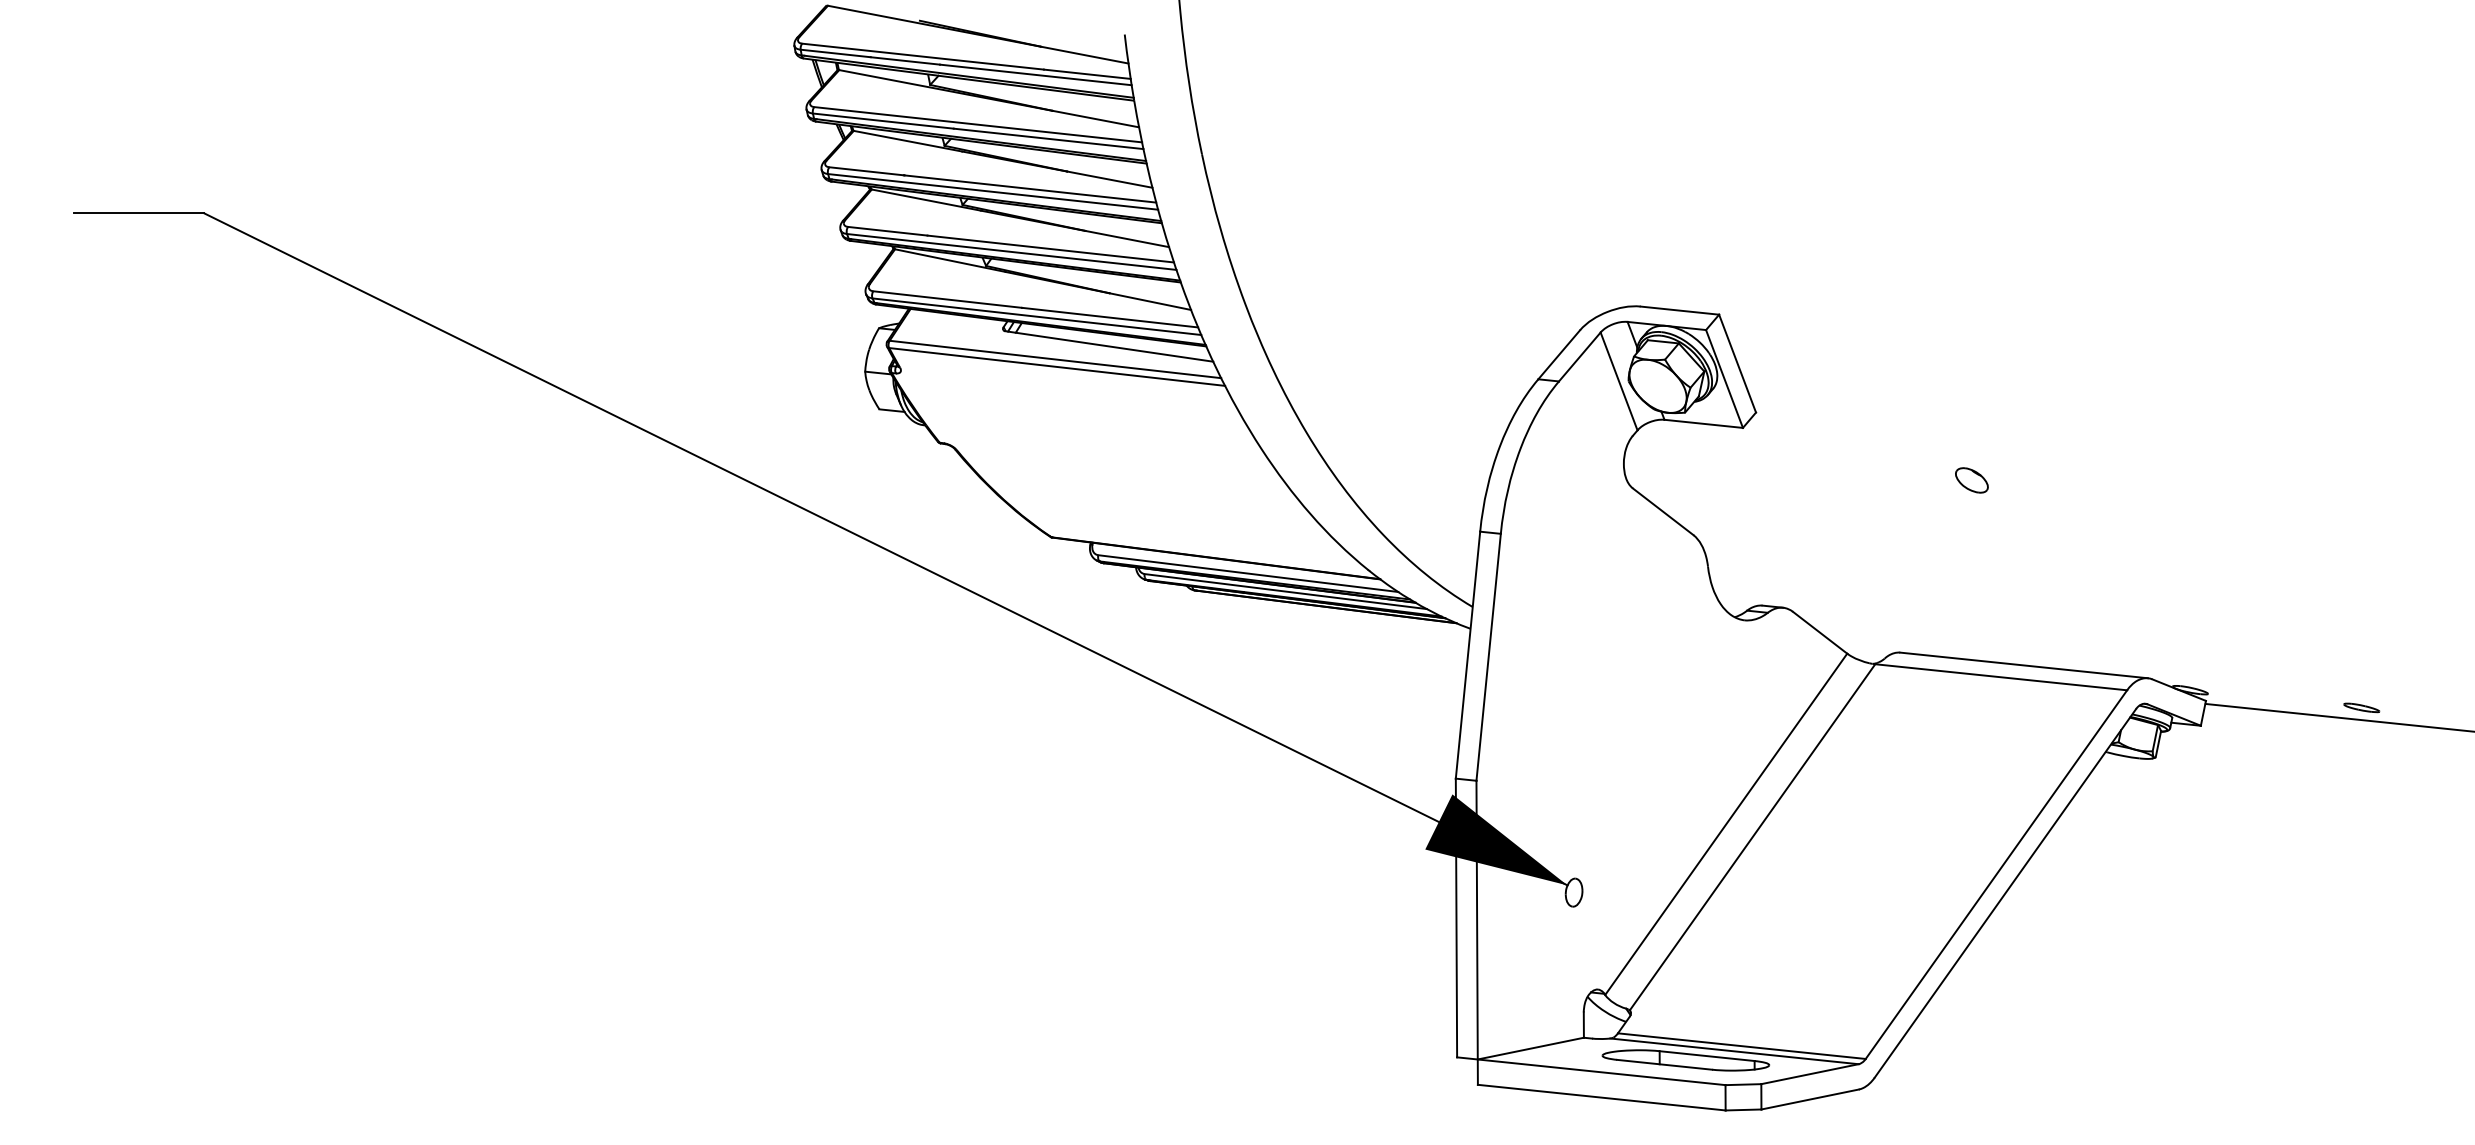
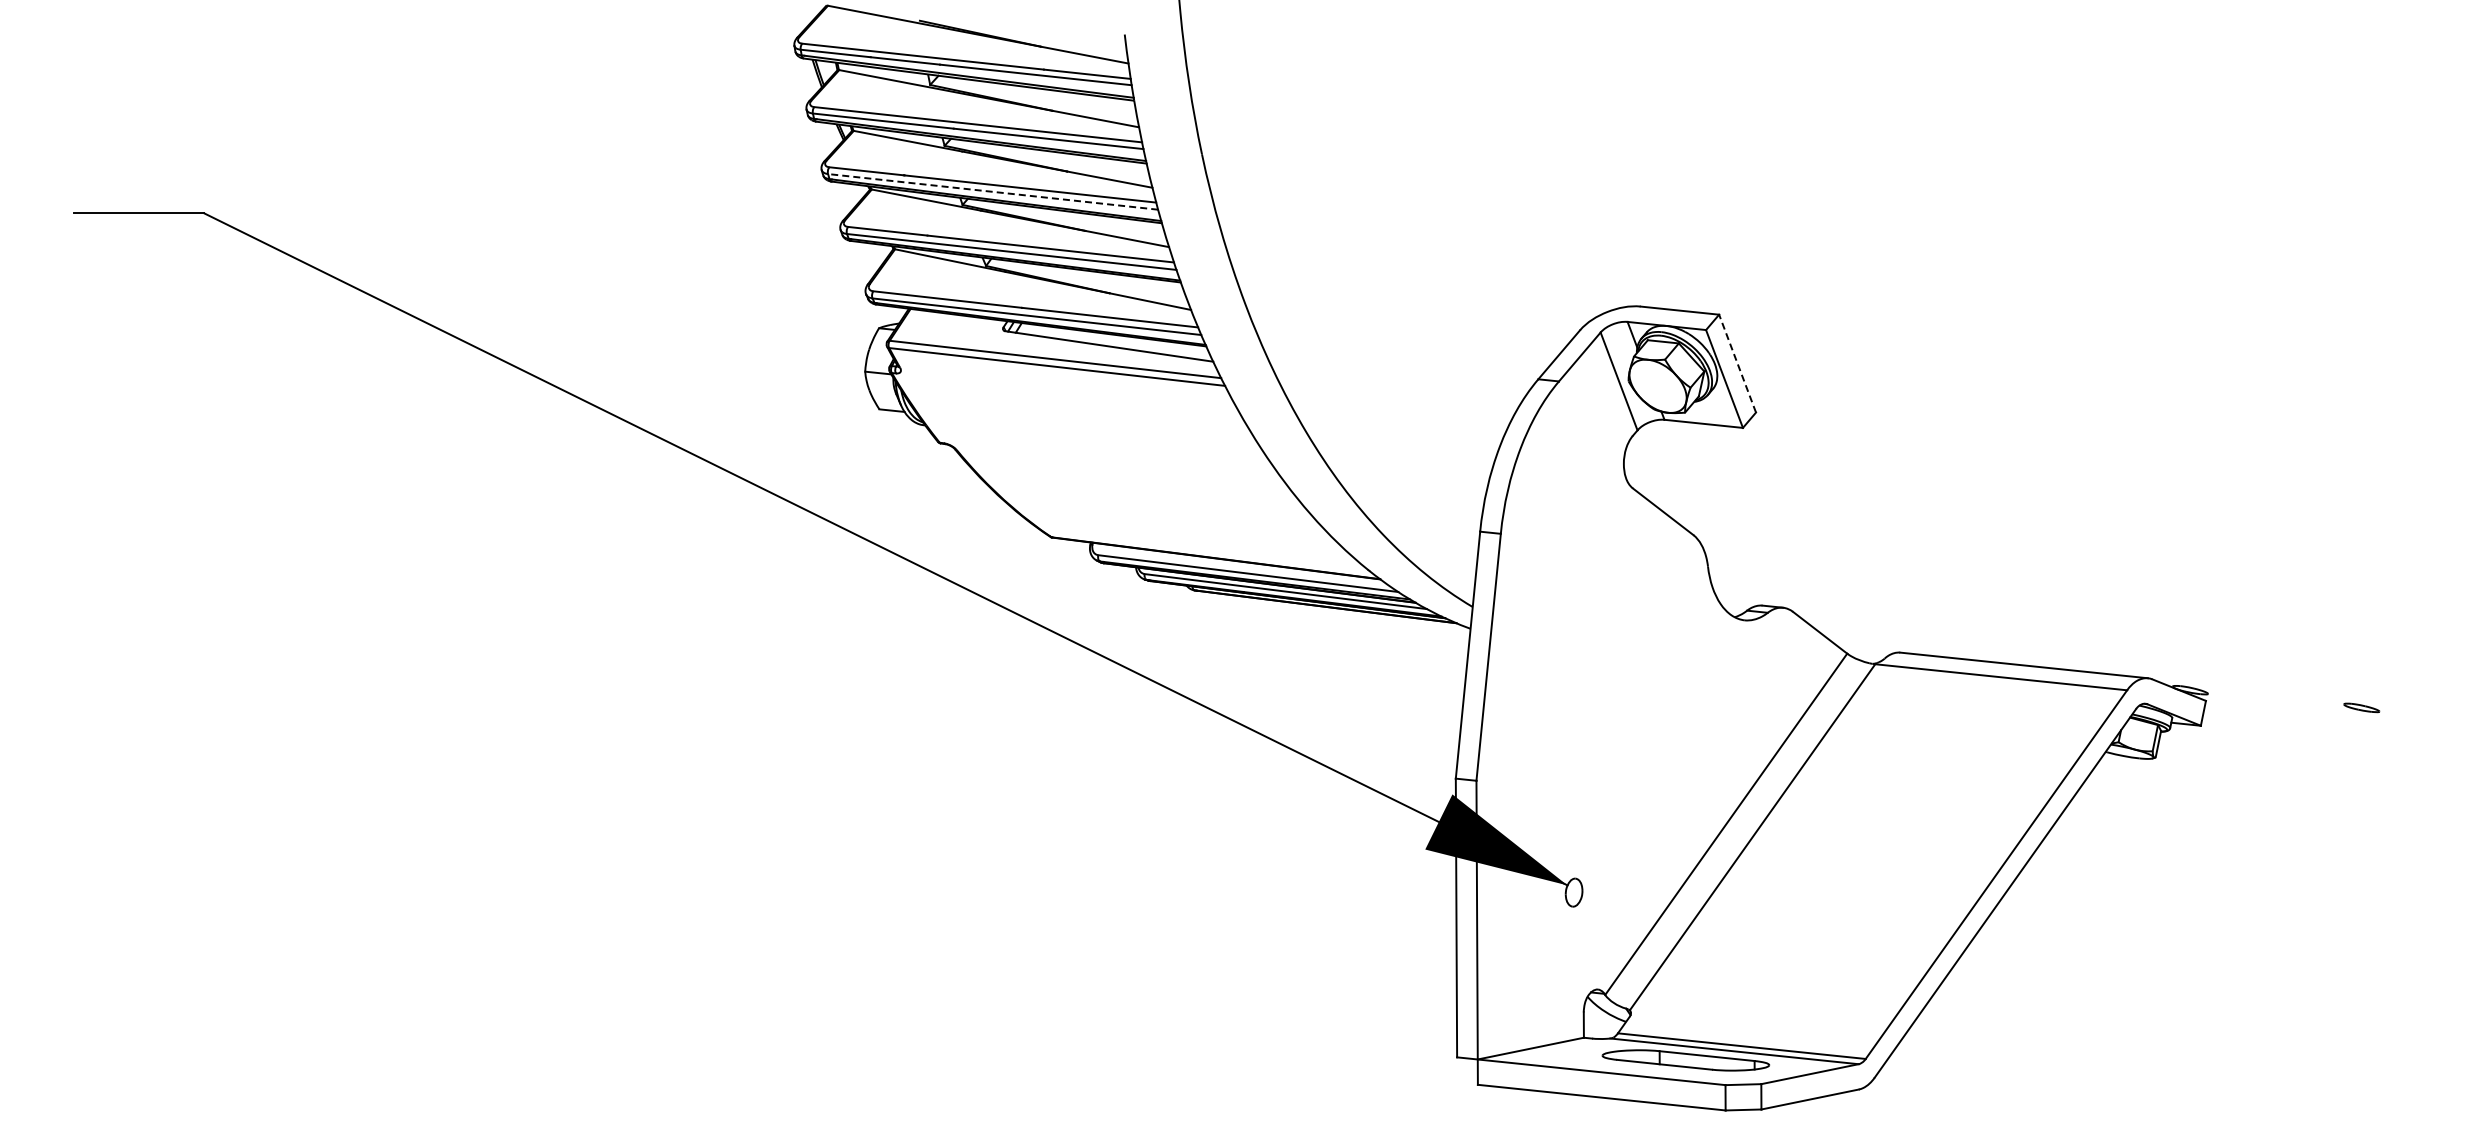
line at (992, 191): solid -> dashed
line at (1737, 363): solid -> dashed
part at (1971, 480): present -> none
line at (2338, 717): present -> none
